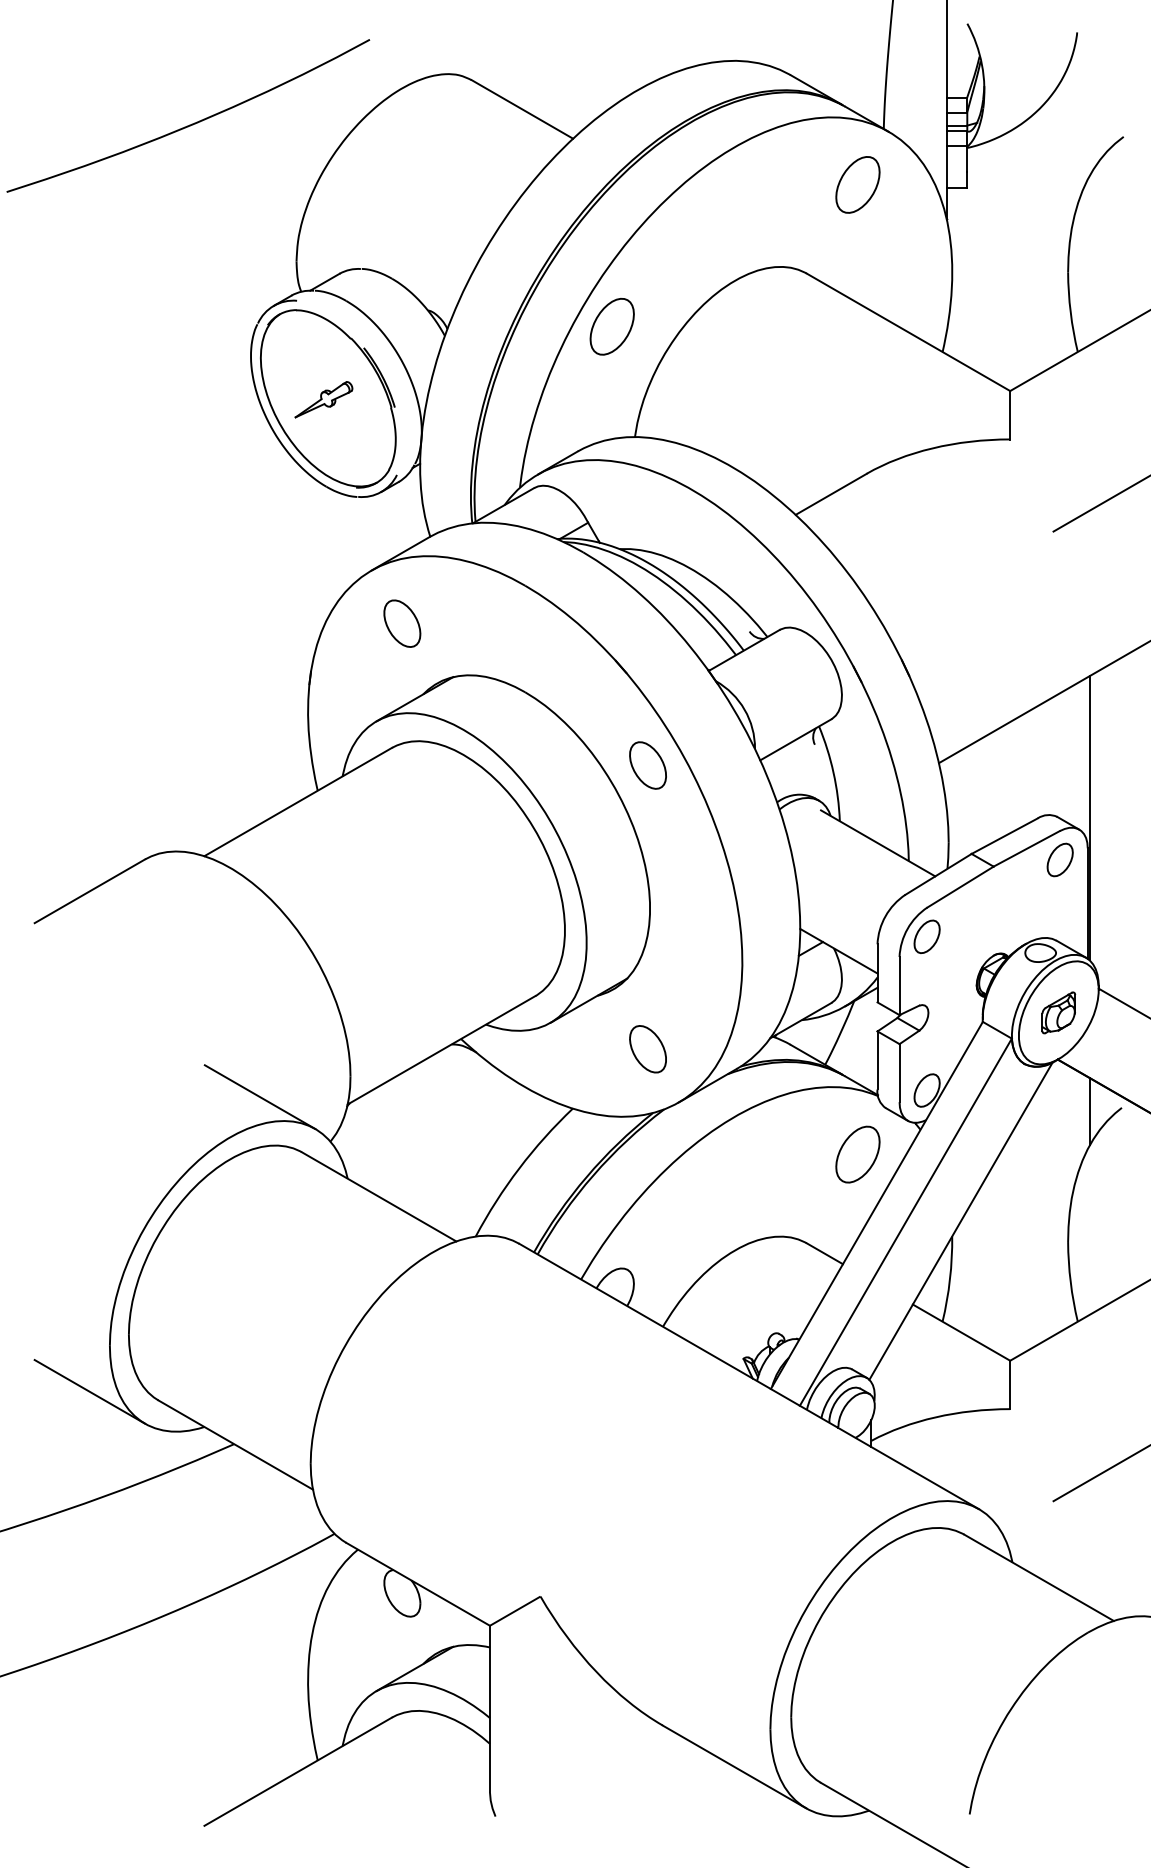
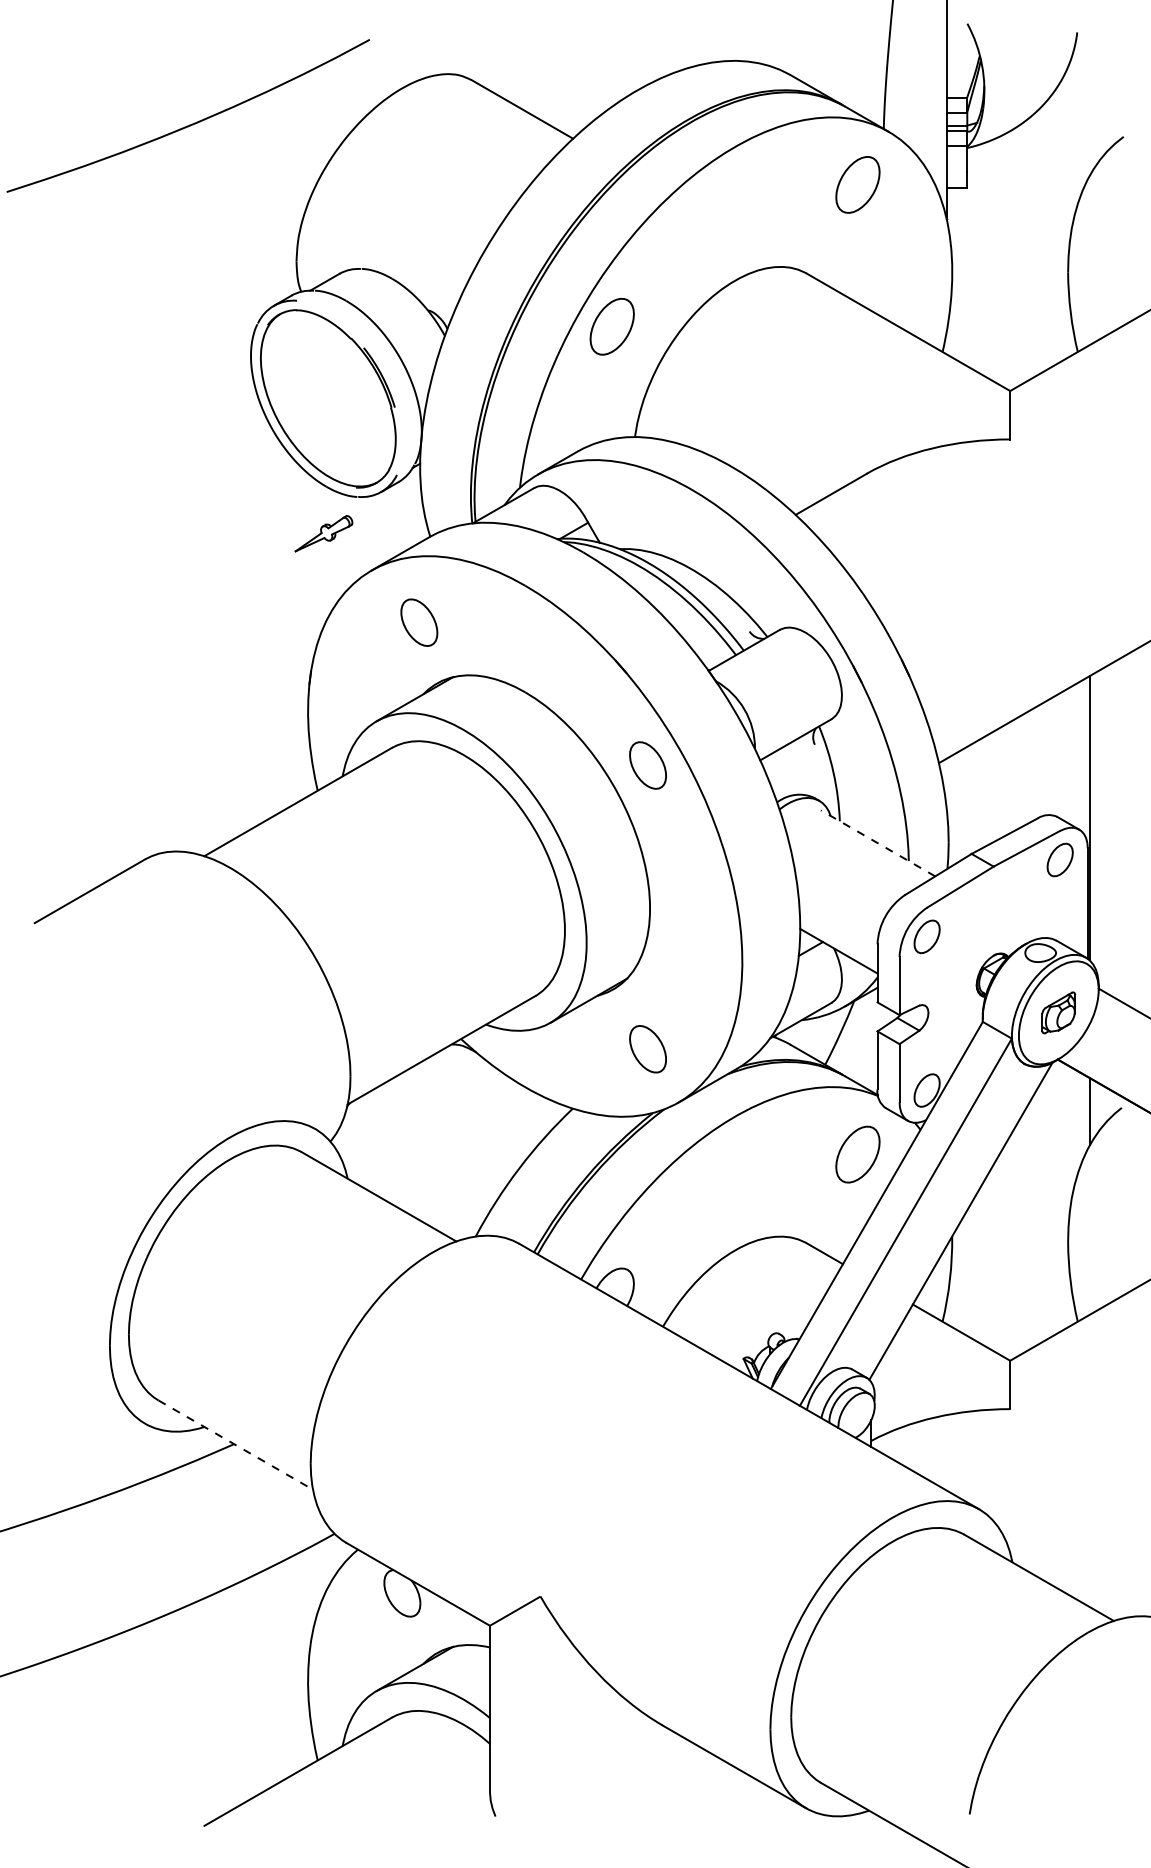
part at (323, 399) position: (323, 399) -> (323, 533)
line at (1100, 504): present -> none
part at (402, 623) position: (402, 623) -> (419, 622)
line at (878, 843): solid -> dashed
line at (259, 1096): present -> none
line at (89, 1391): present -> none
line at (236, 1445): solid -> dashed
line at (1100, 1474): present -> none
